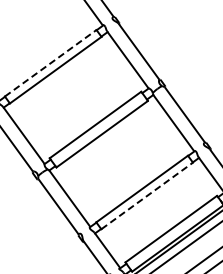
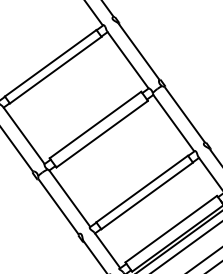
line at (50, 63): dashed -> solid
line at (147, 195): dashed -> solid
